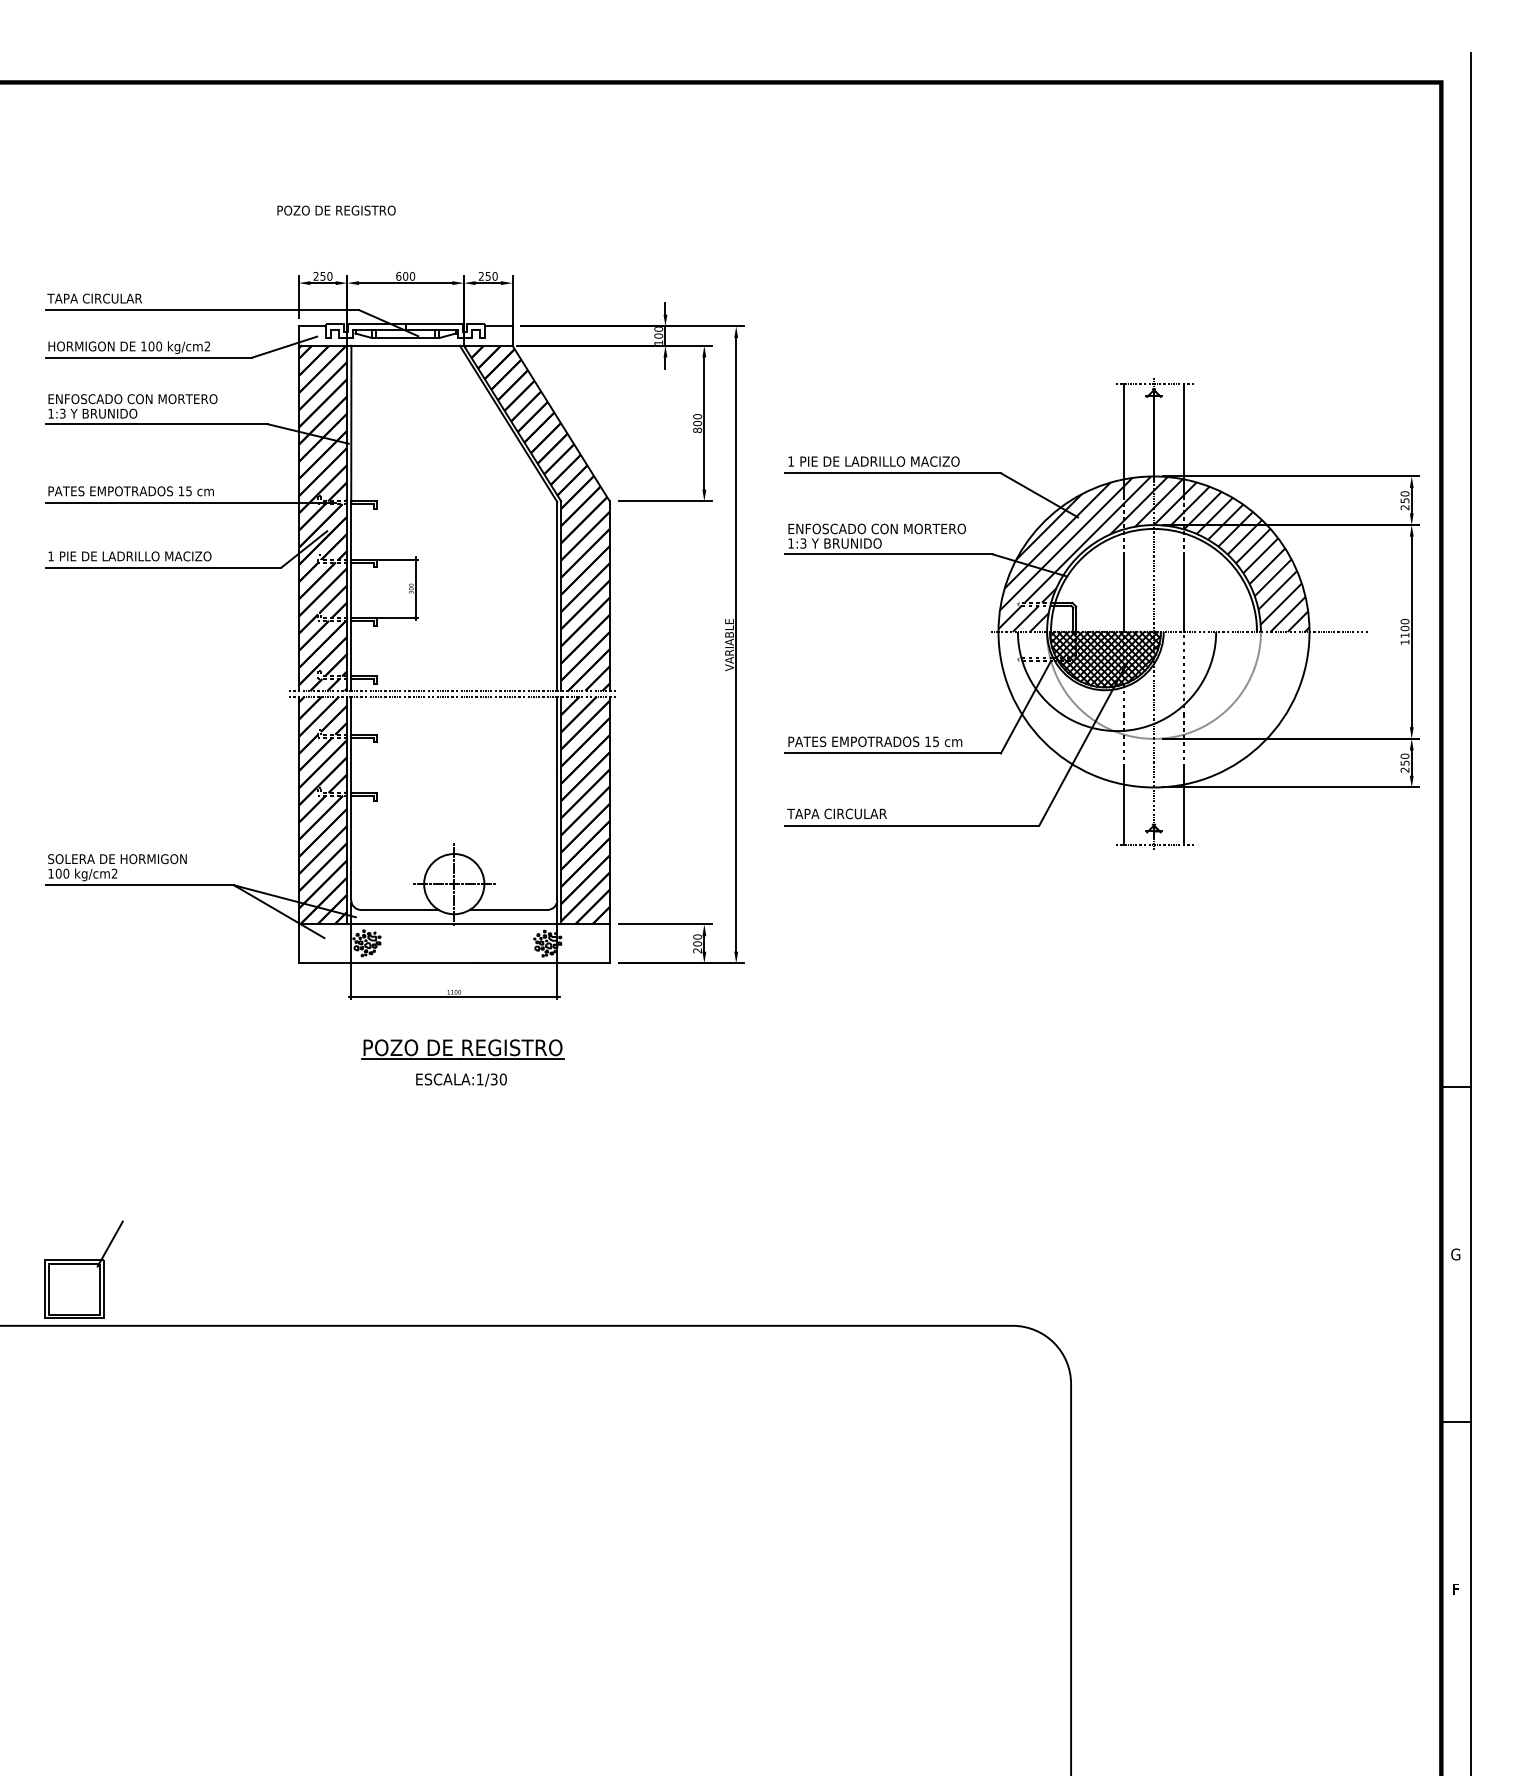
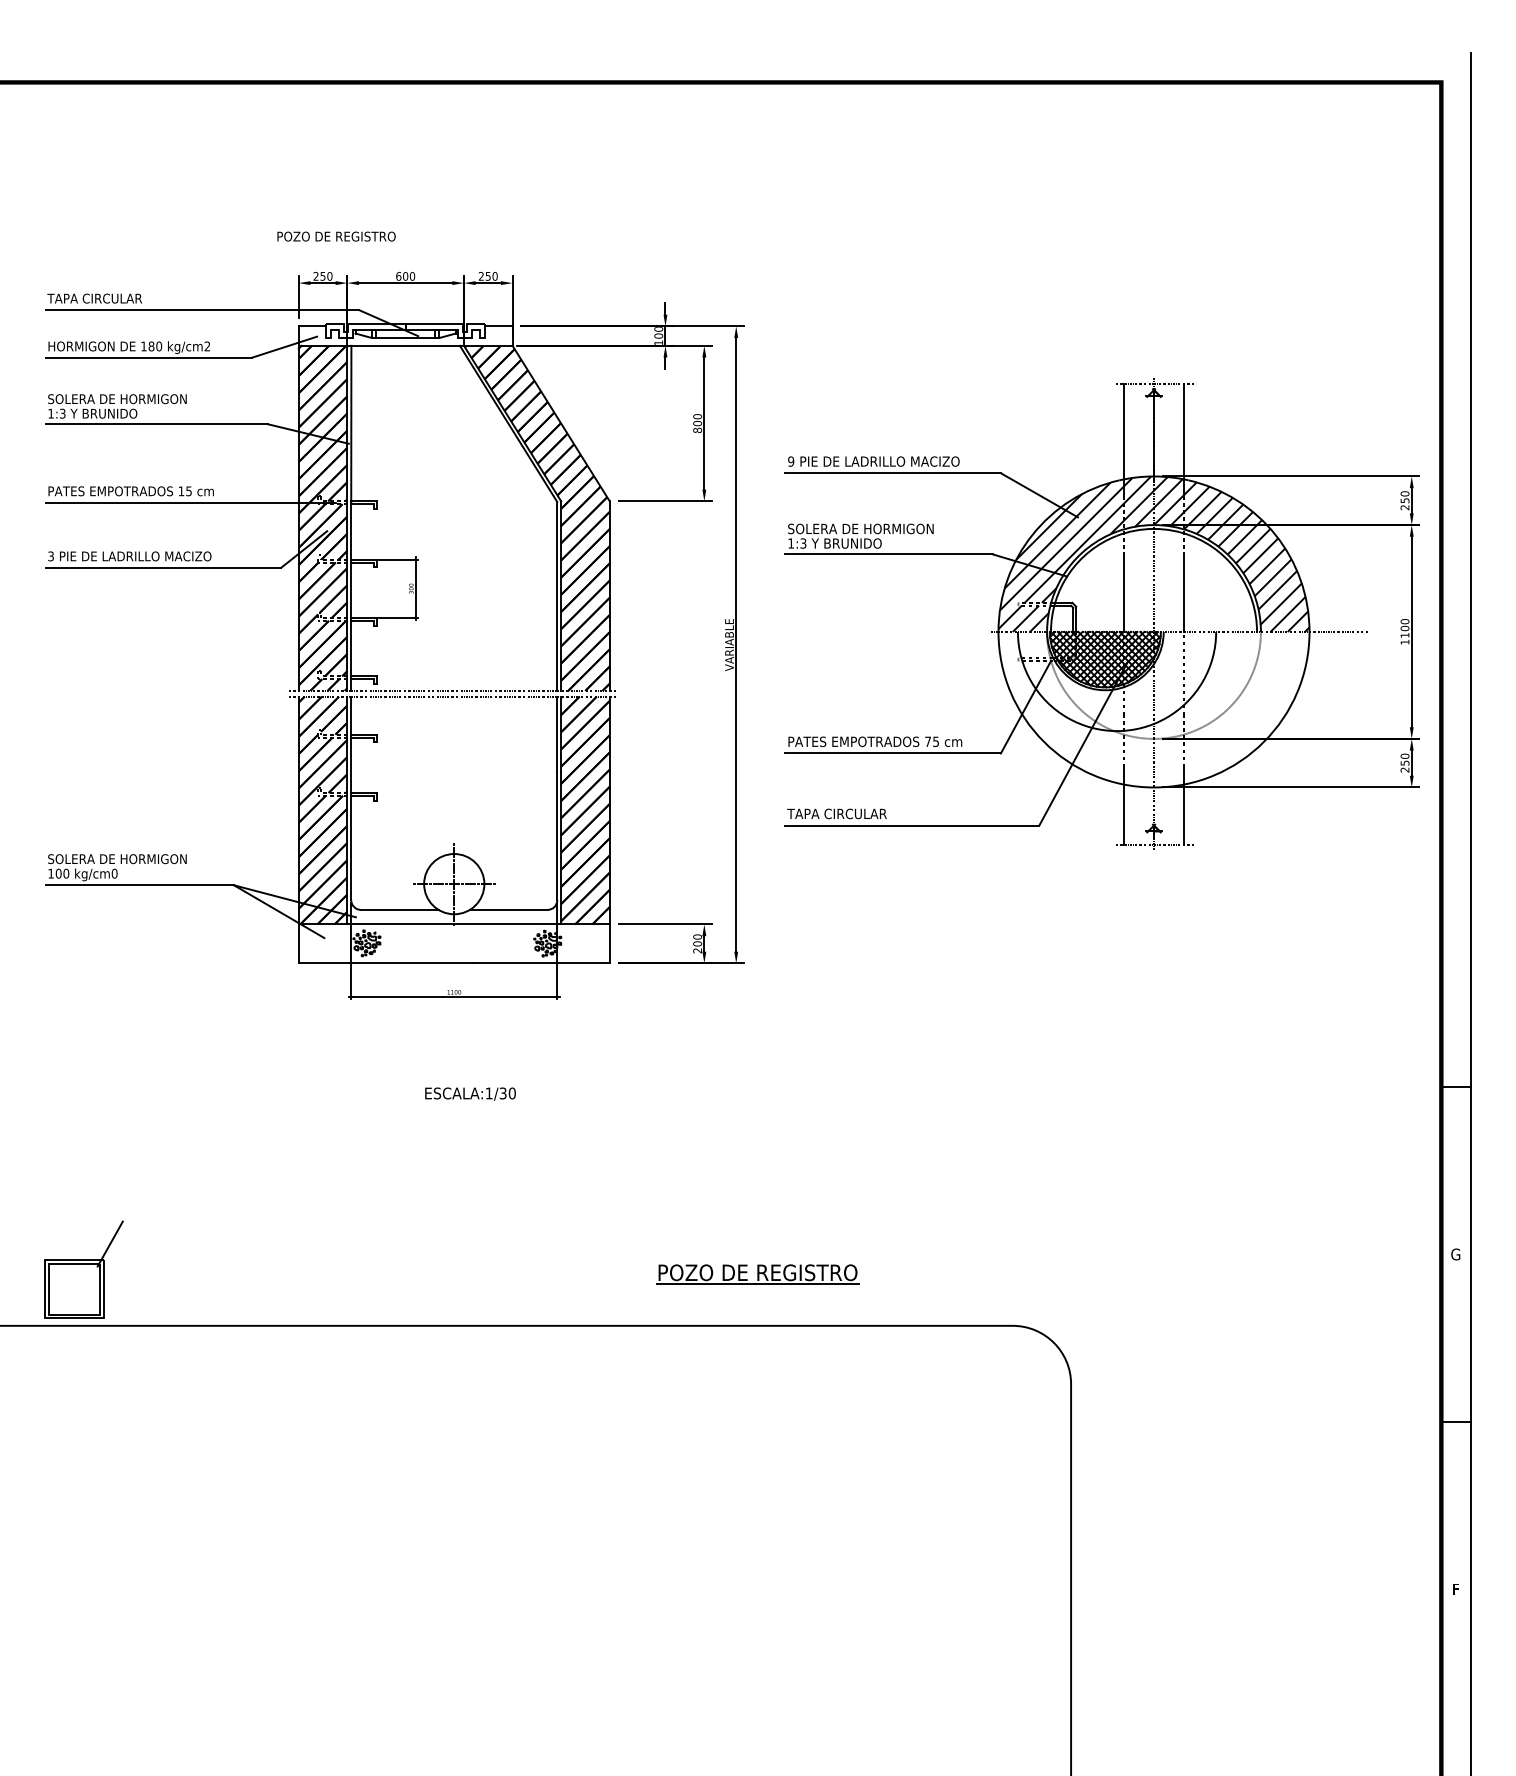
text at (336, 210) position: (336, 210) -> (336, 236)
text at (151, 346): 100 -> 180
text at (132, 399): ENFOSCADO CON MORTERO -> SOLERA DE HORMIGON
text at (791, 461): 1 -> 9
text at (876, 528): ENFOSCADO CON MORTERO -> SOLERA DE HORMIGON
text at (50, 556): 1 -> 3
text at (927, 741): 15 -> 75
text at (114, 873): kg/cm2 -> kg/cm0
part at (462, 1049) position: (462, 1049) -> (757, 1274)
text at (461, 1079) position: (461, 1079) -> (470, 1093)
